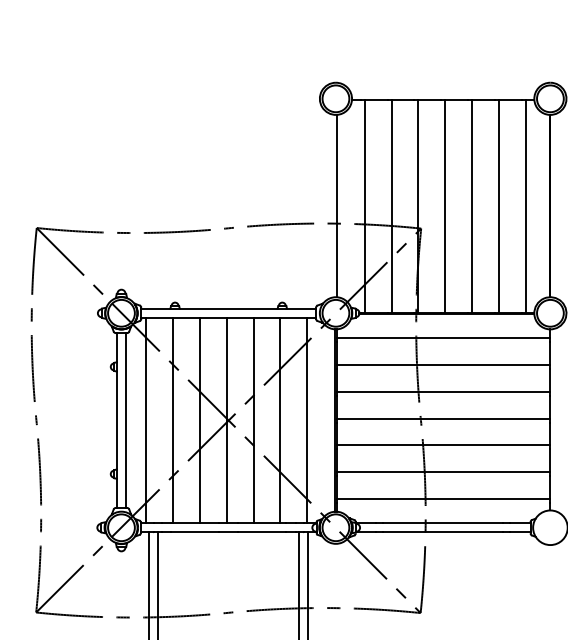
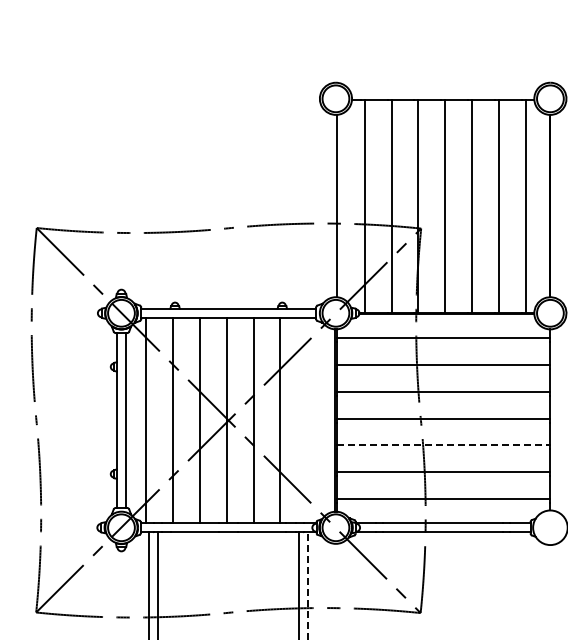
line at (307, 420): present -> none
line at (443, 445): solid -> dashed
line at (308, 585): solid -> dashed
